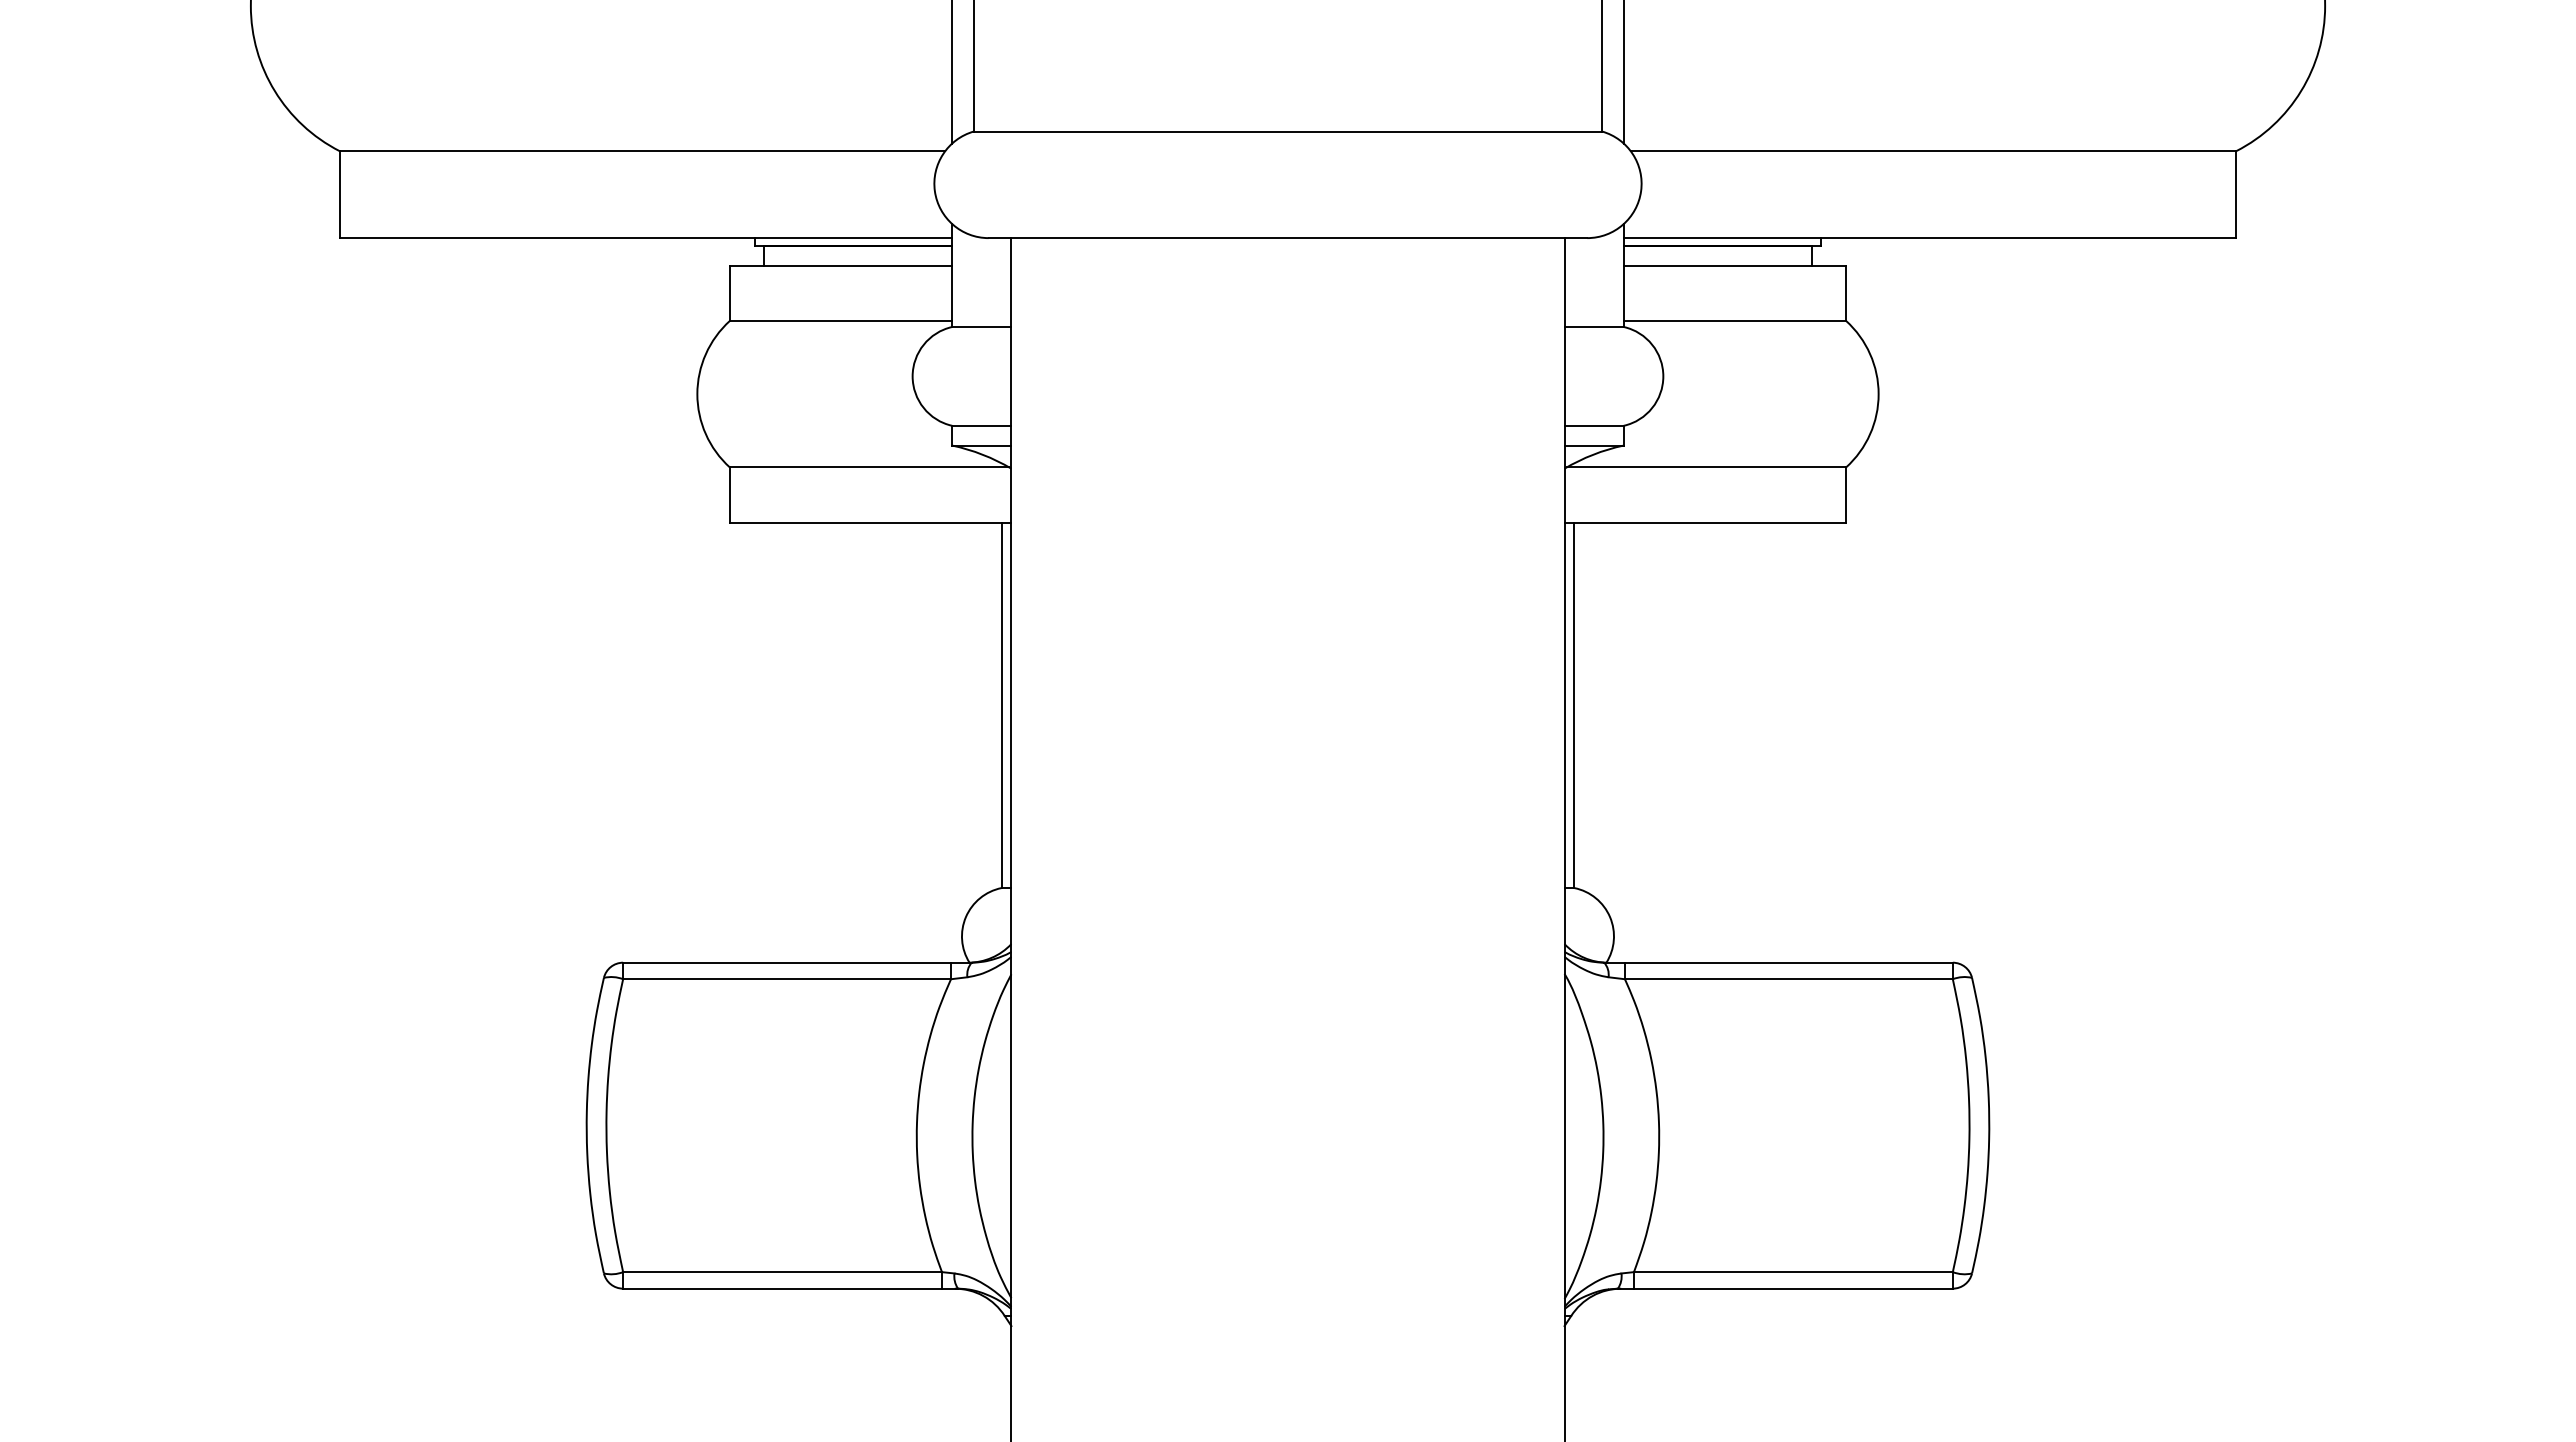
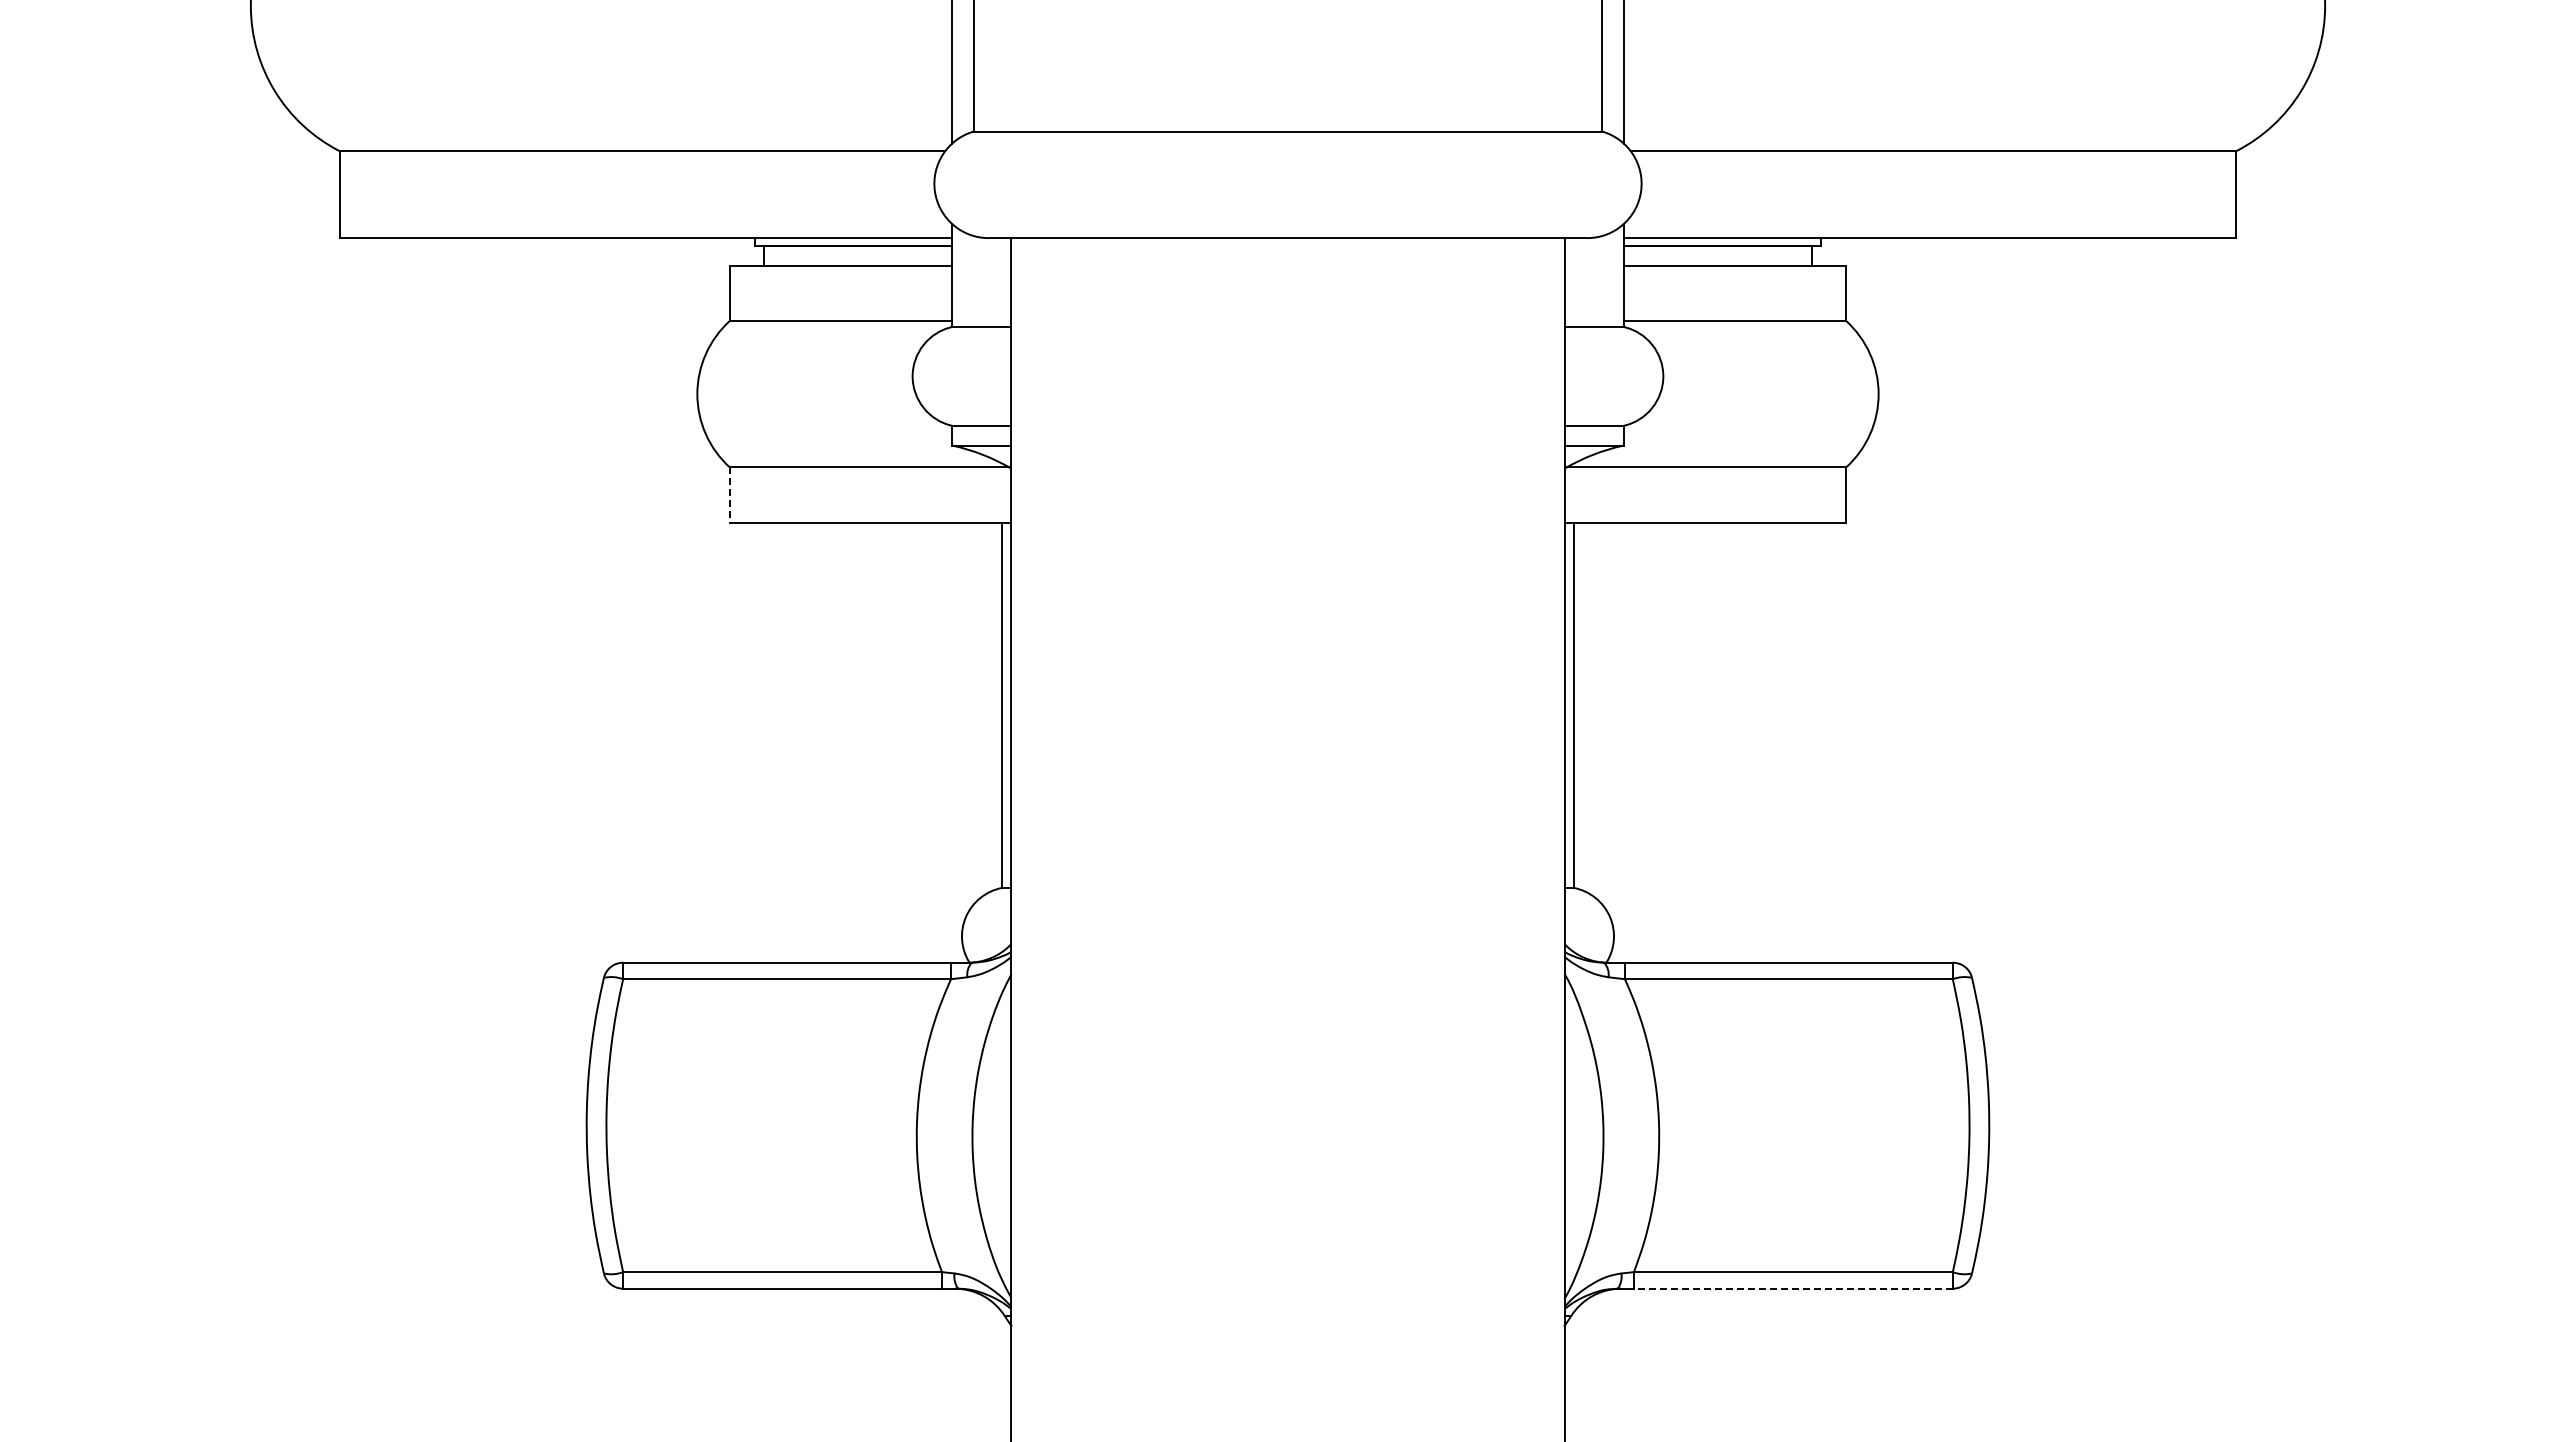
line at (729, 495): solid -> dashed
line at (1792, 1288): solid -> dashed
